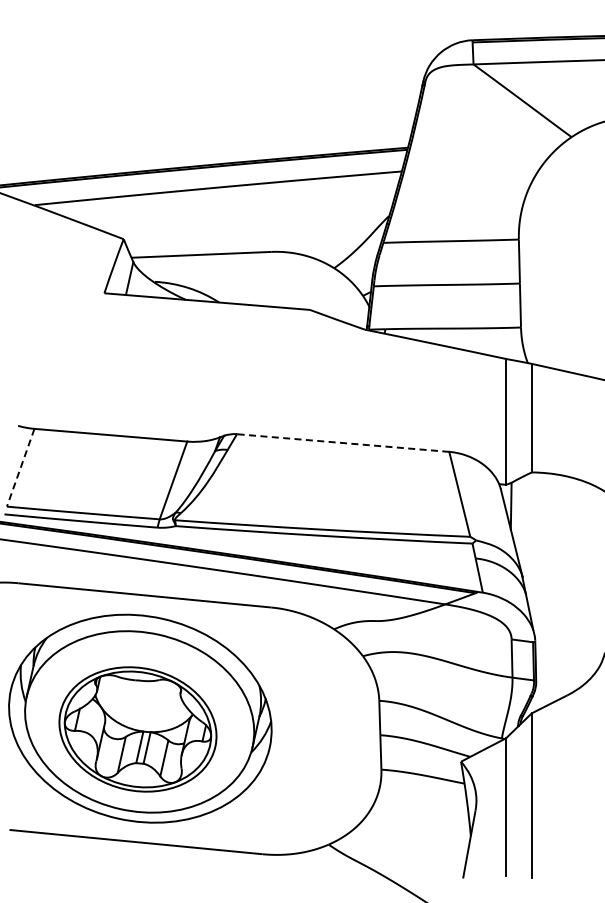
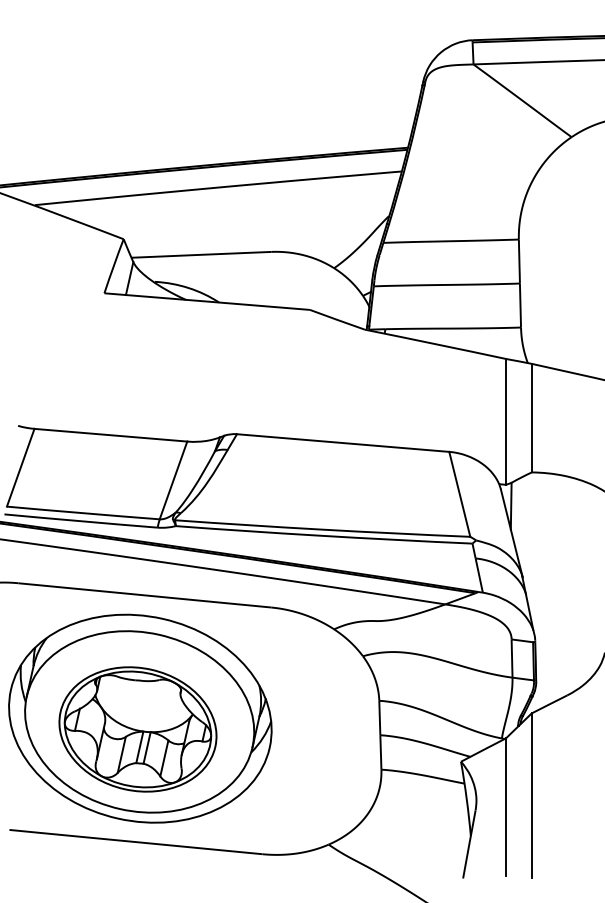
line at (342, 443): dashed -> solid
line at (20, 468): dashed -> solid
